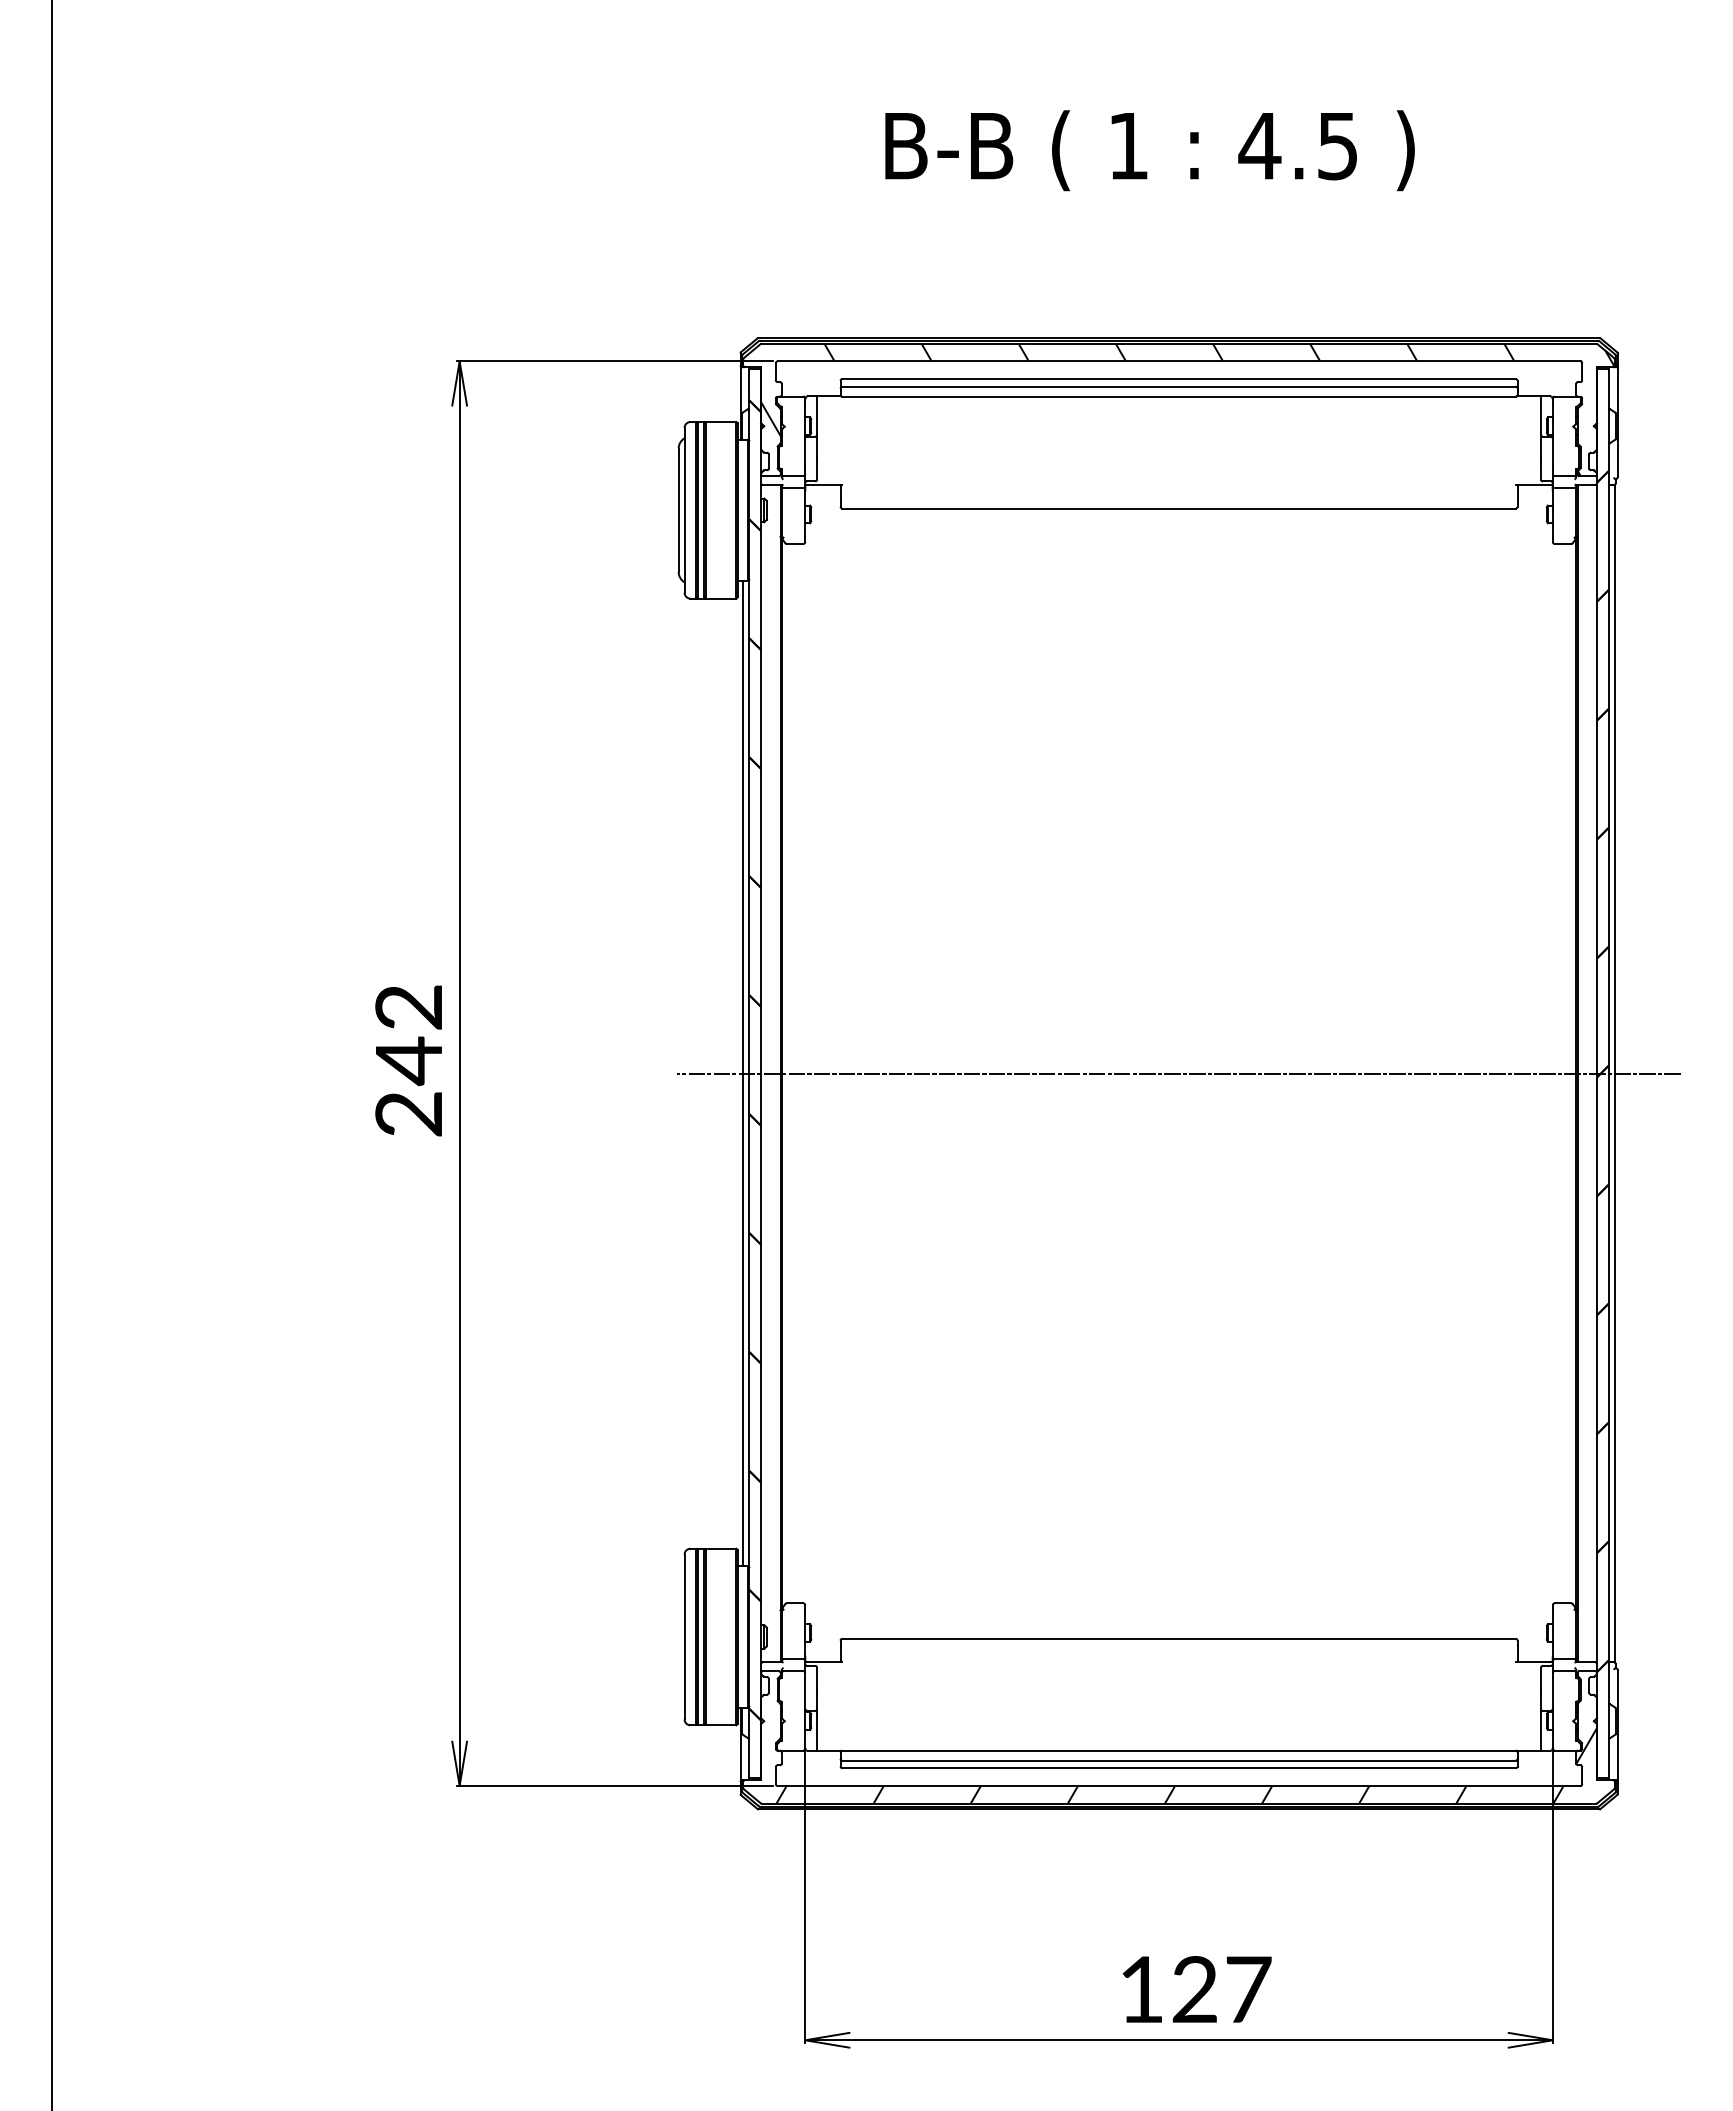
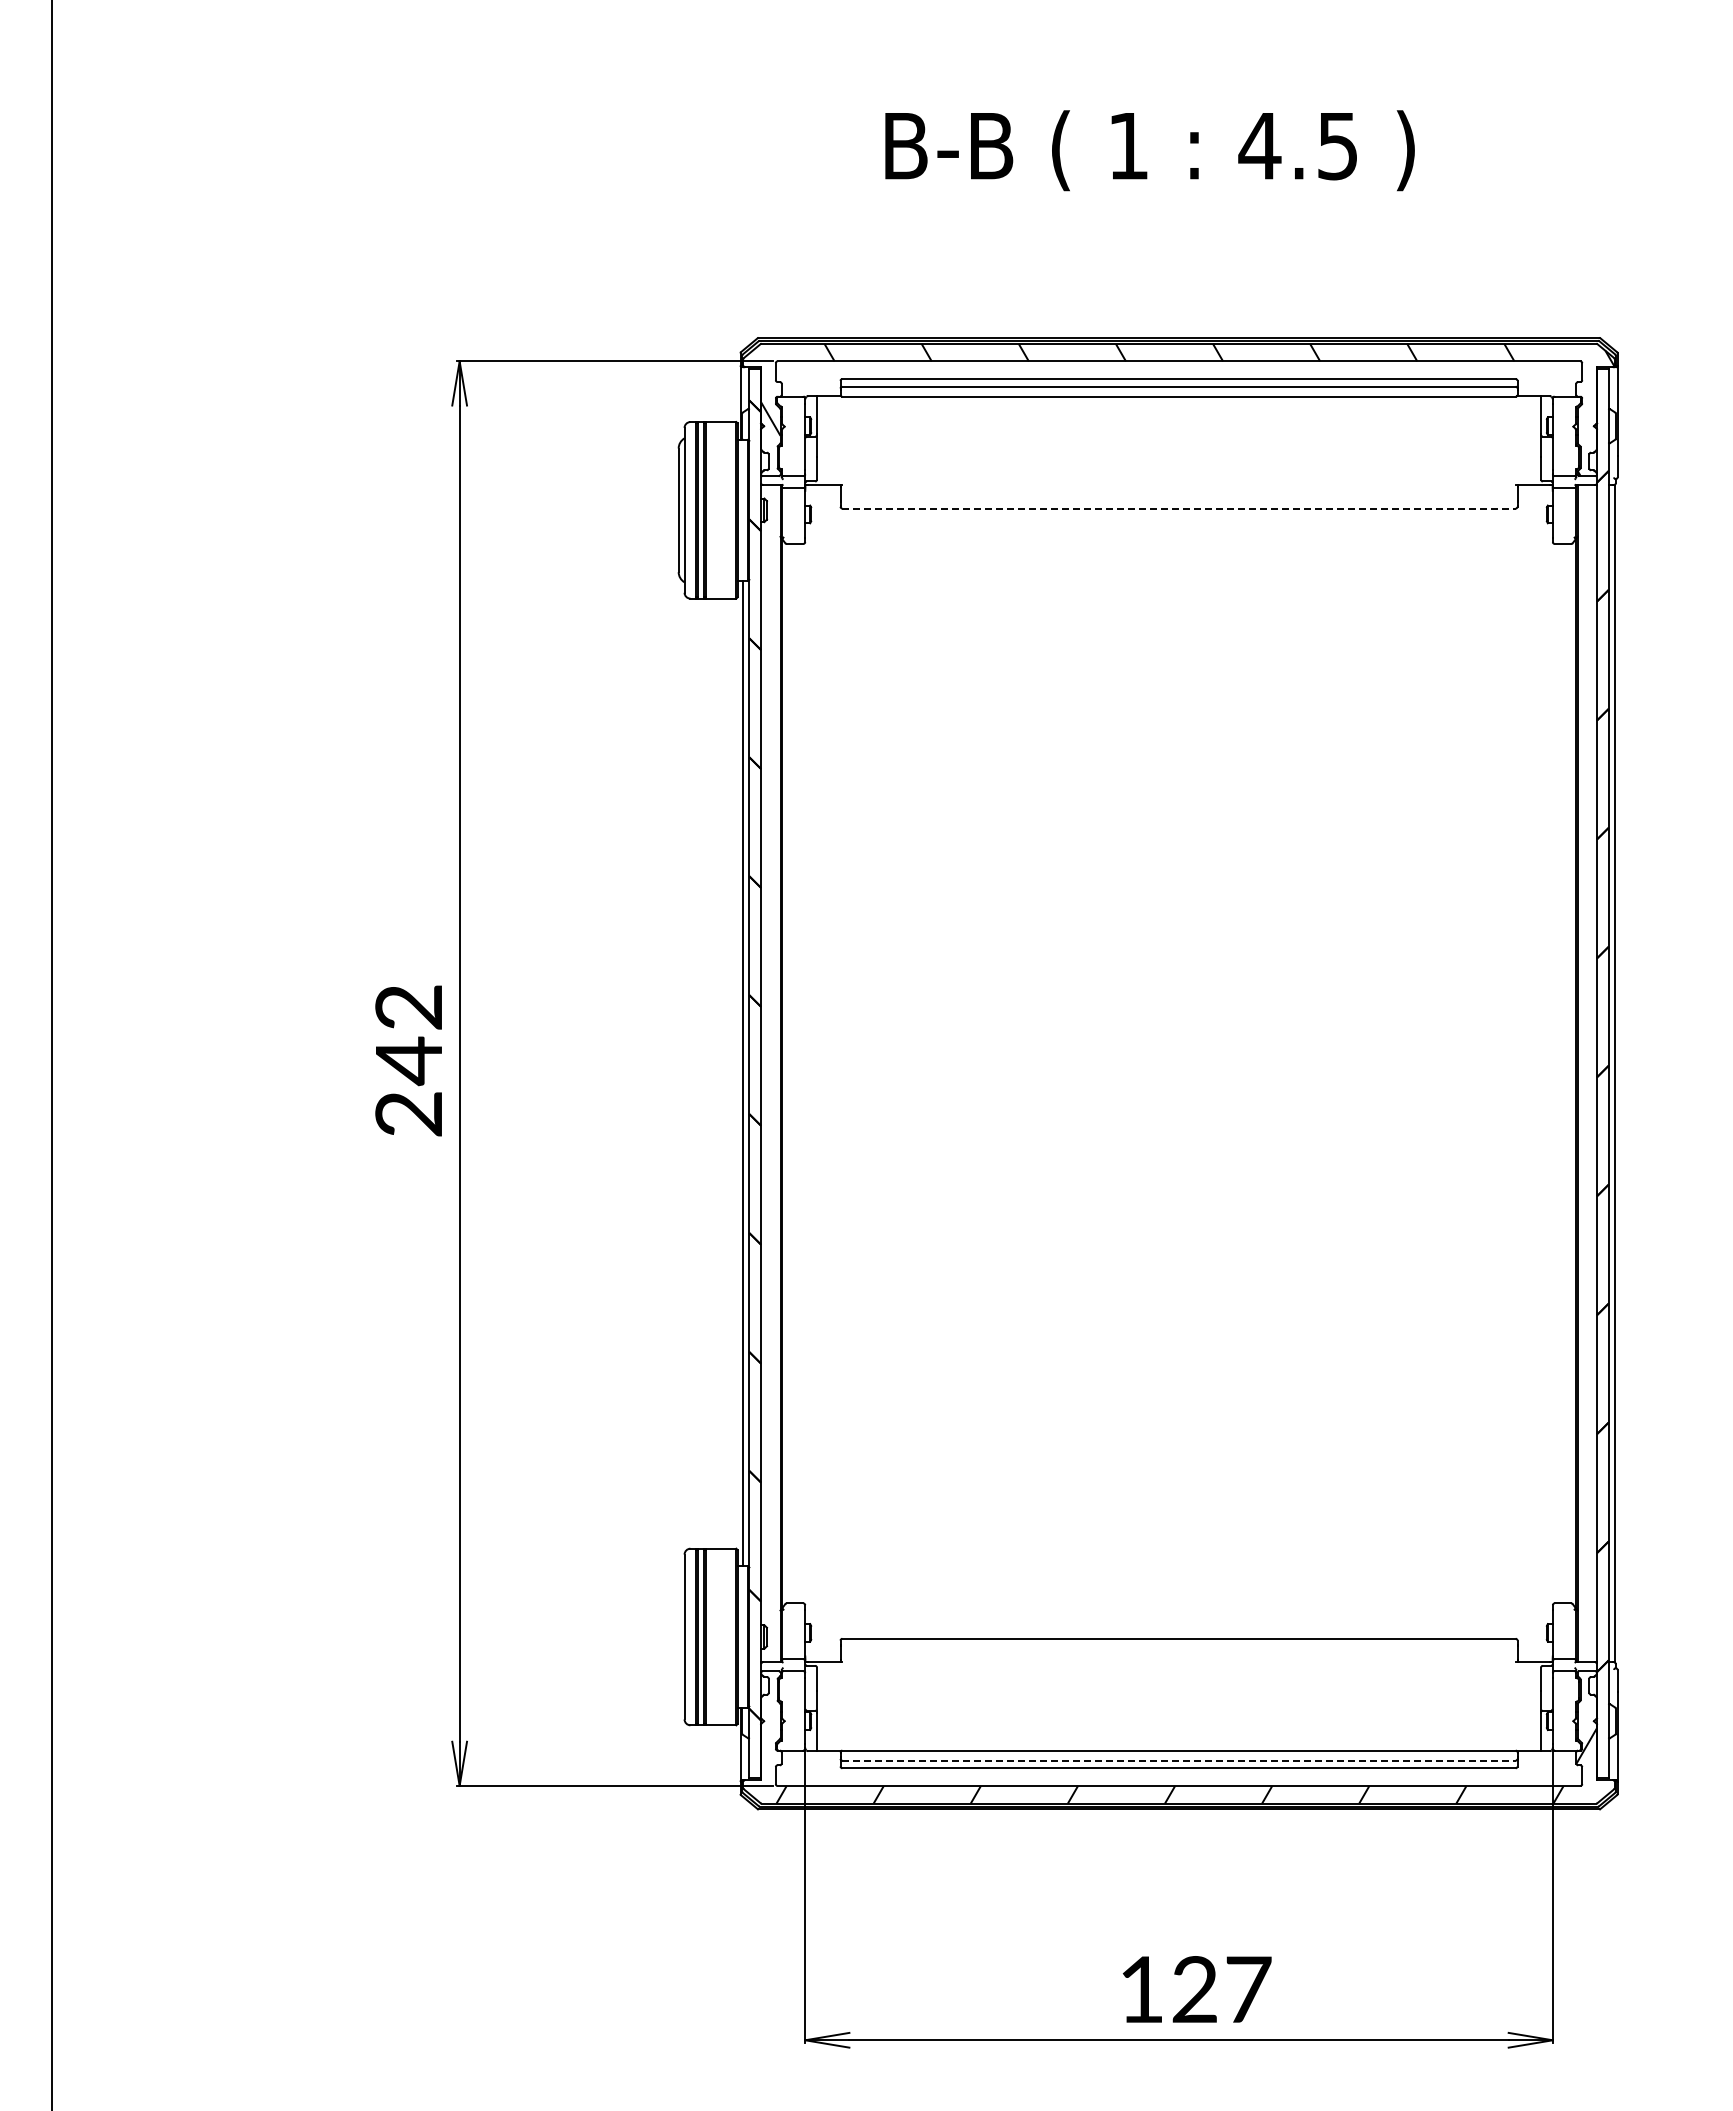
line at (1179, 508): solid -> dashed
line at (1178, 1073): present -> none
line at (1179, 1760): solid -> dashed
